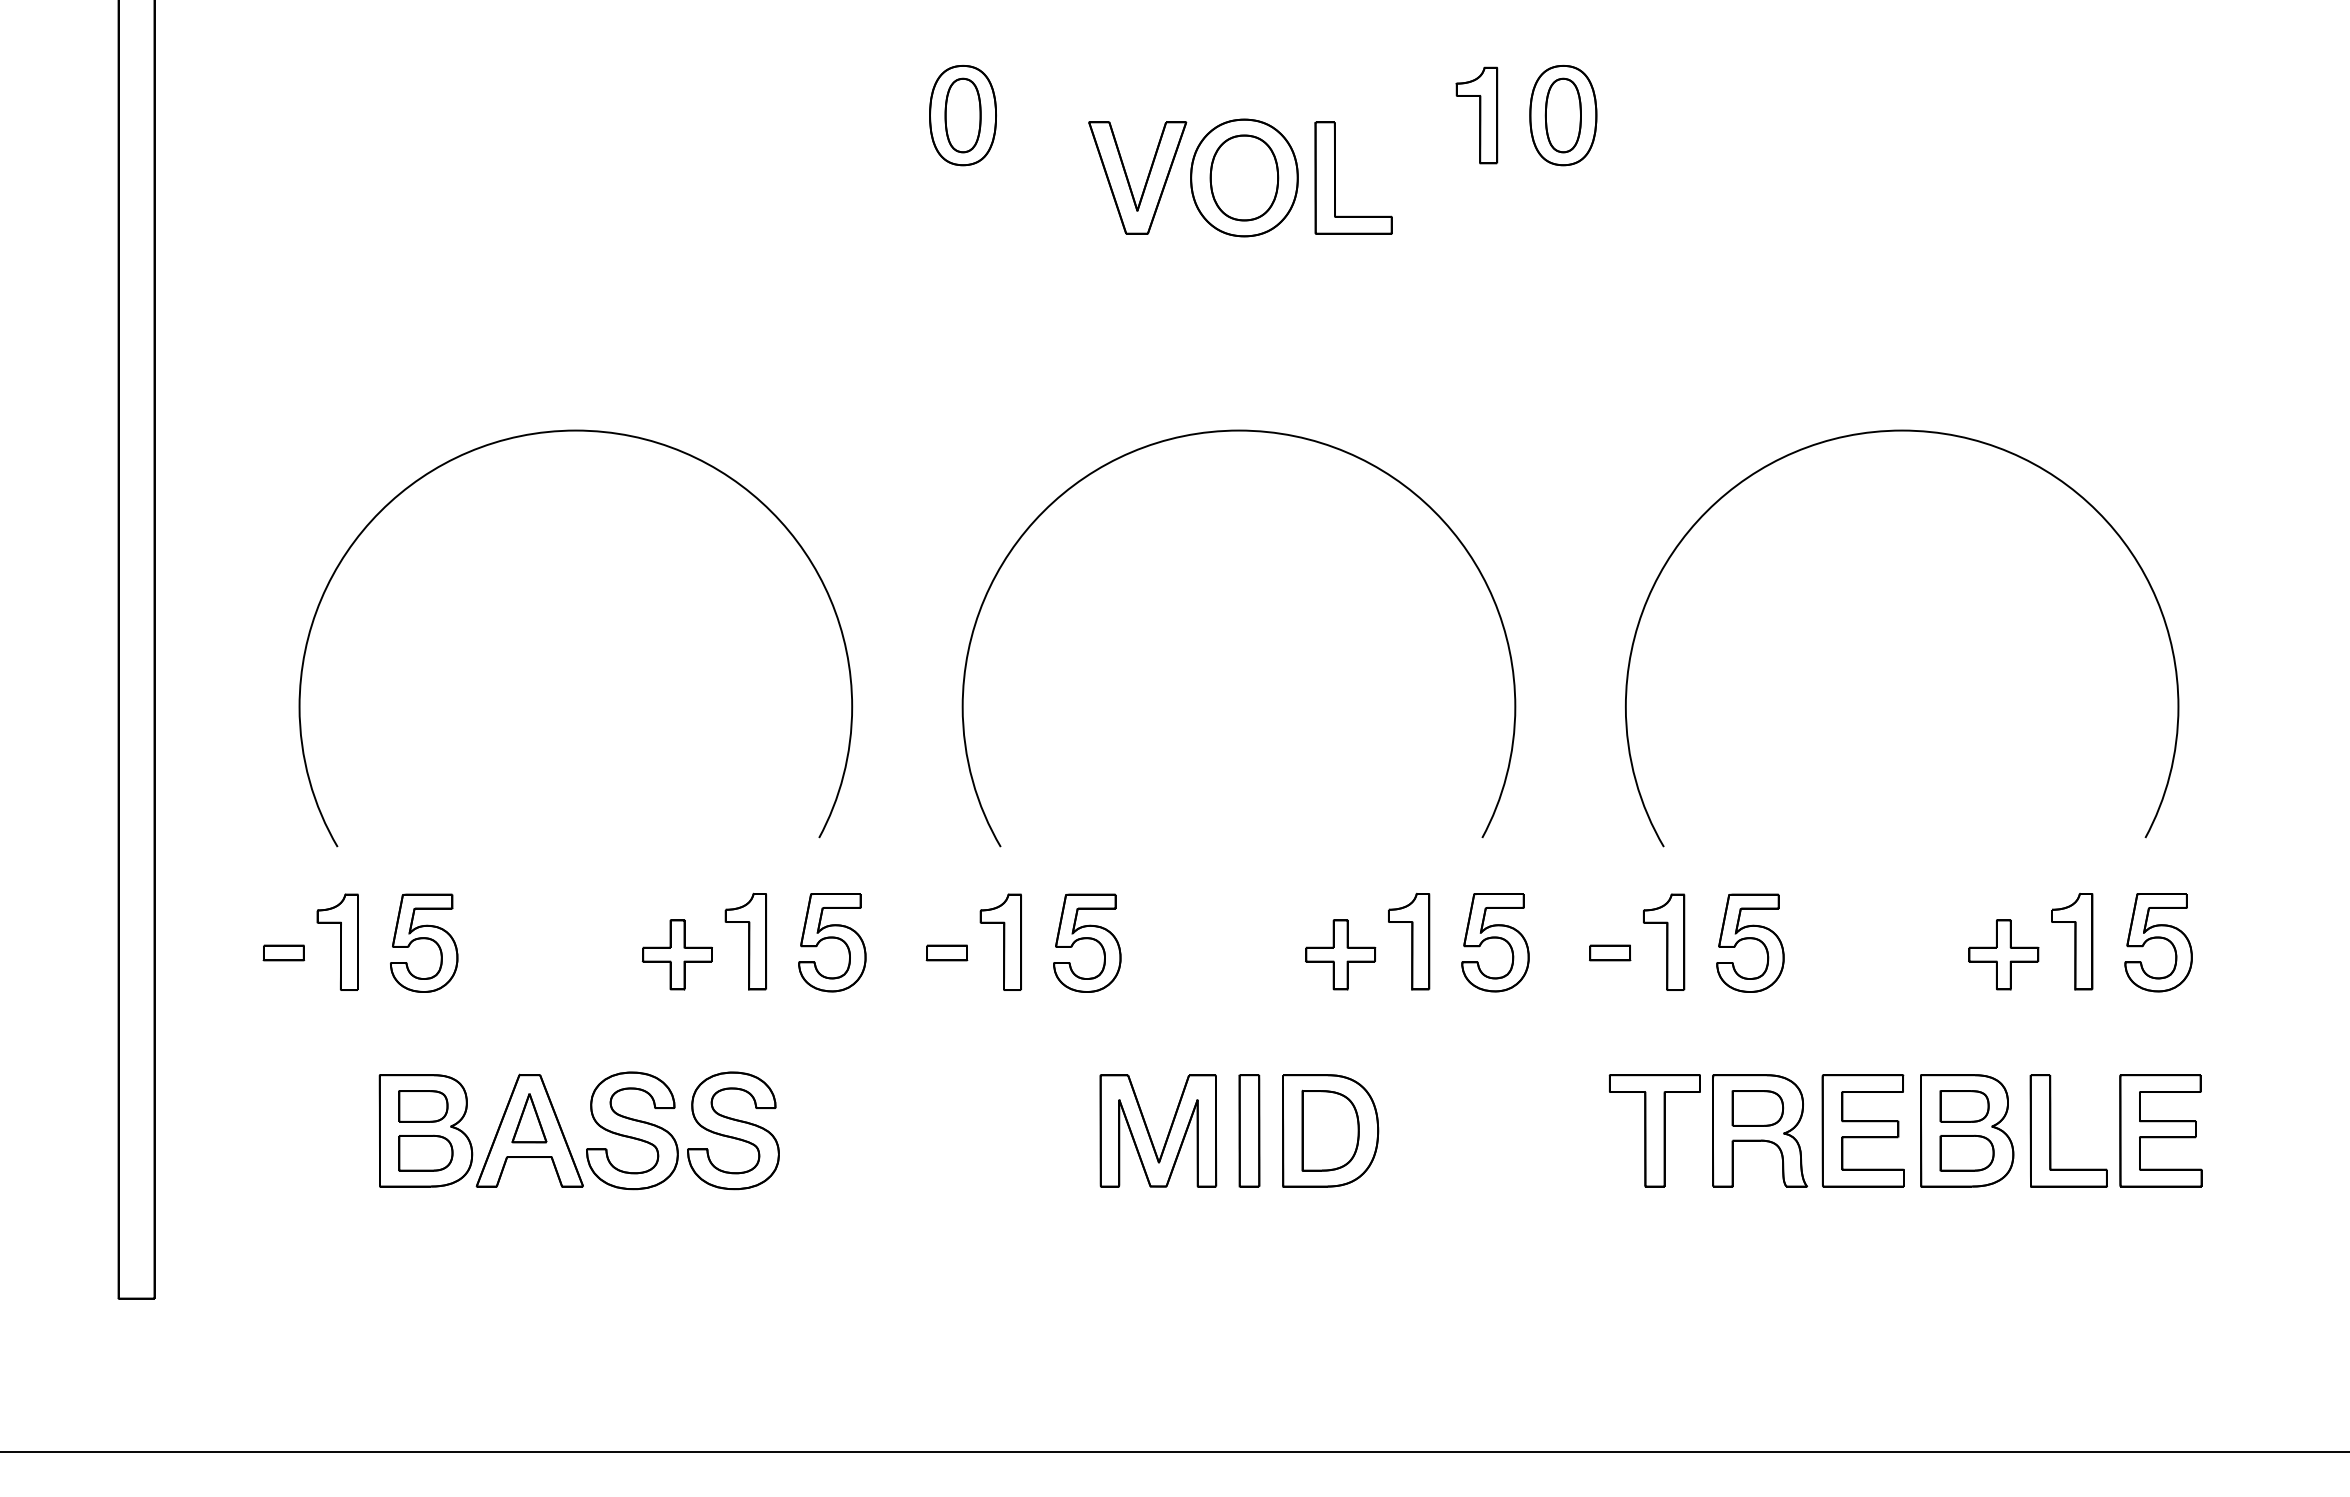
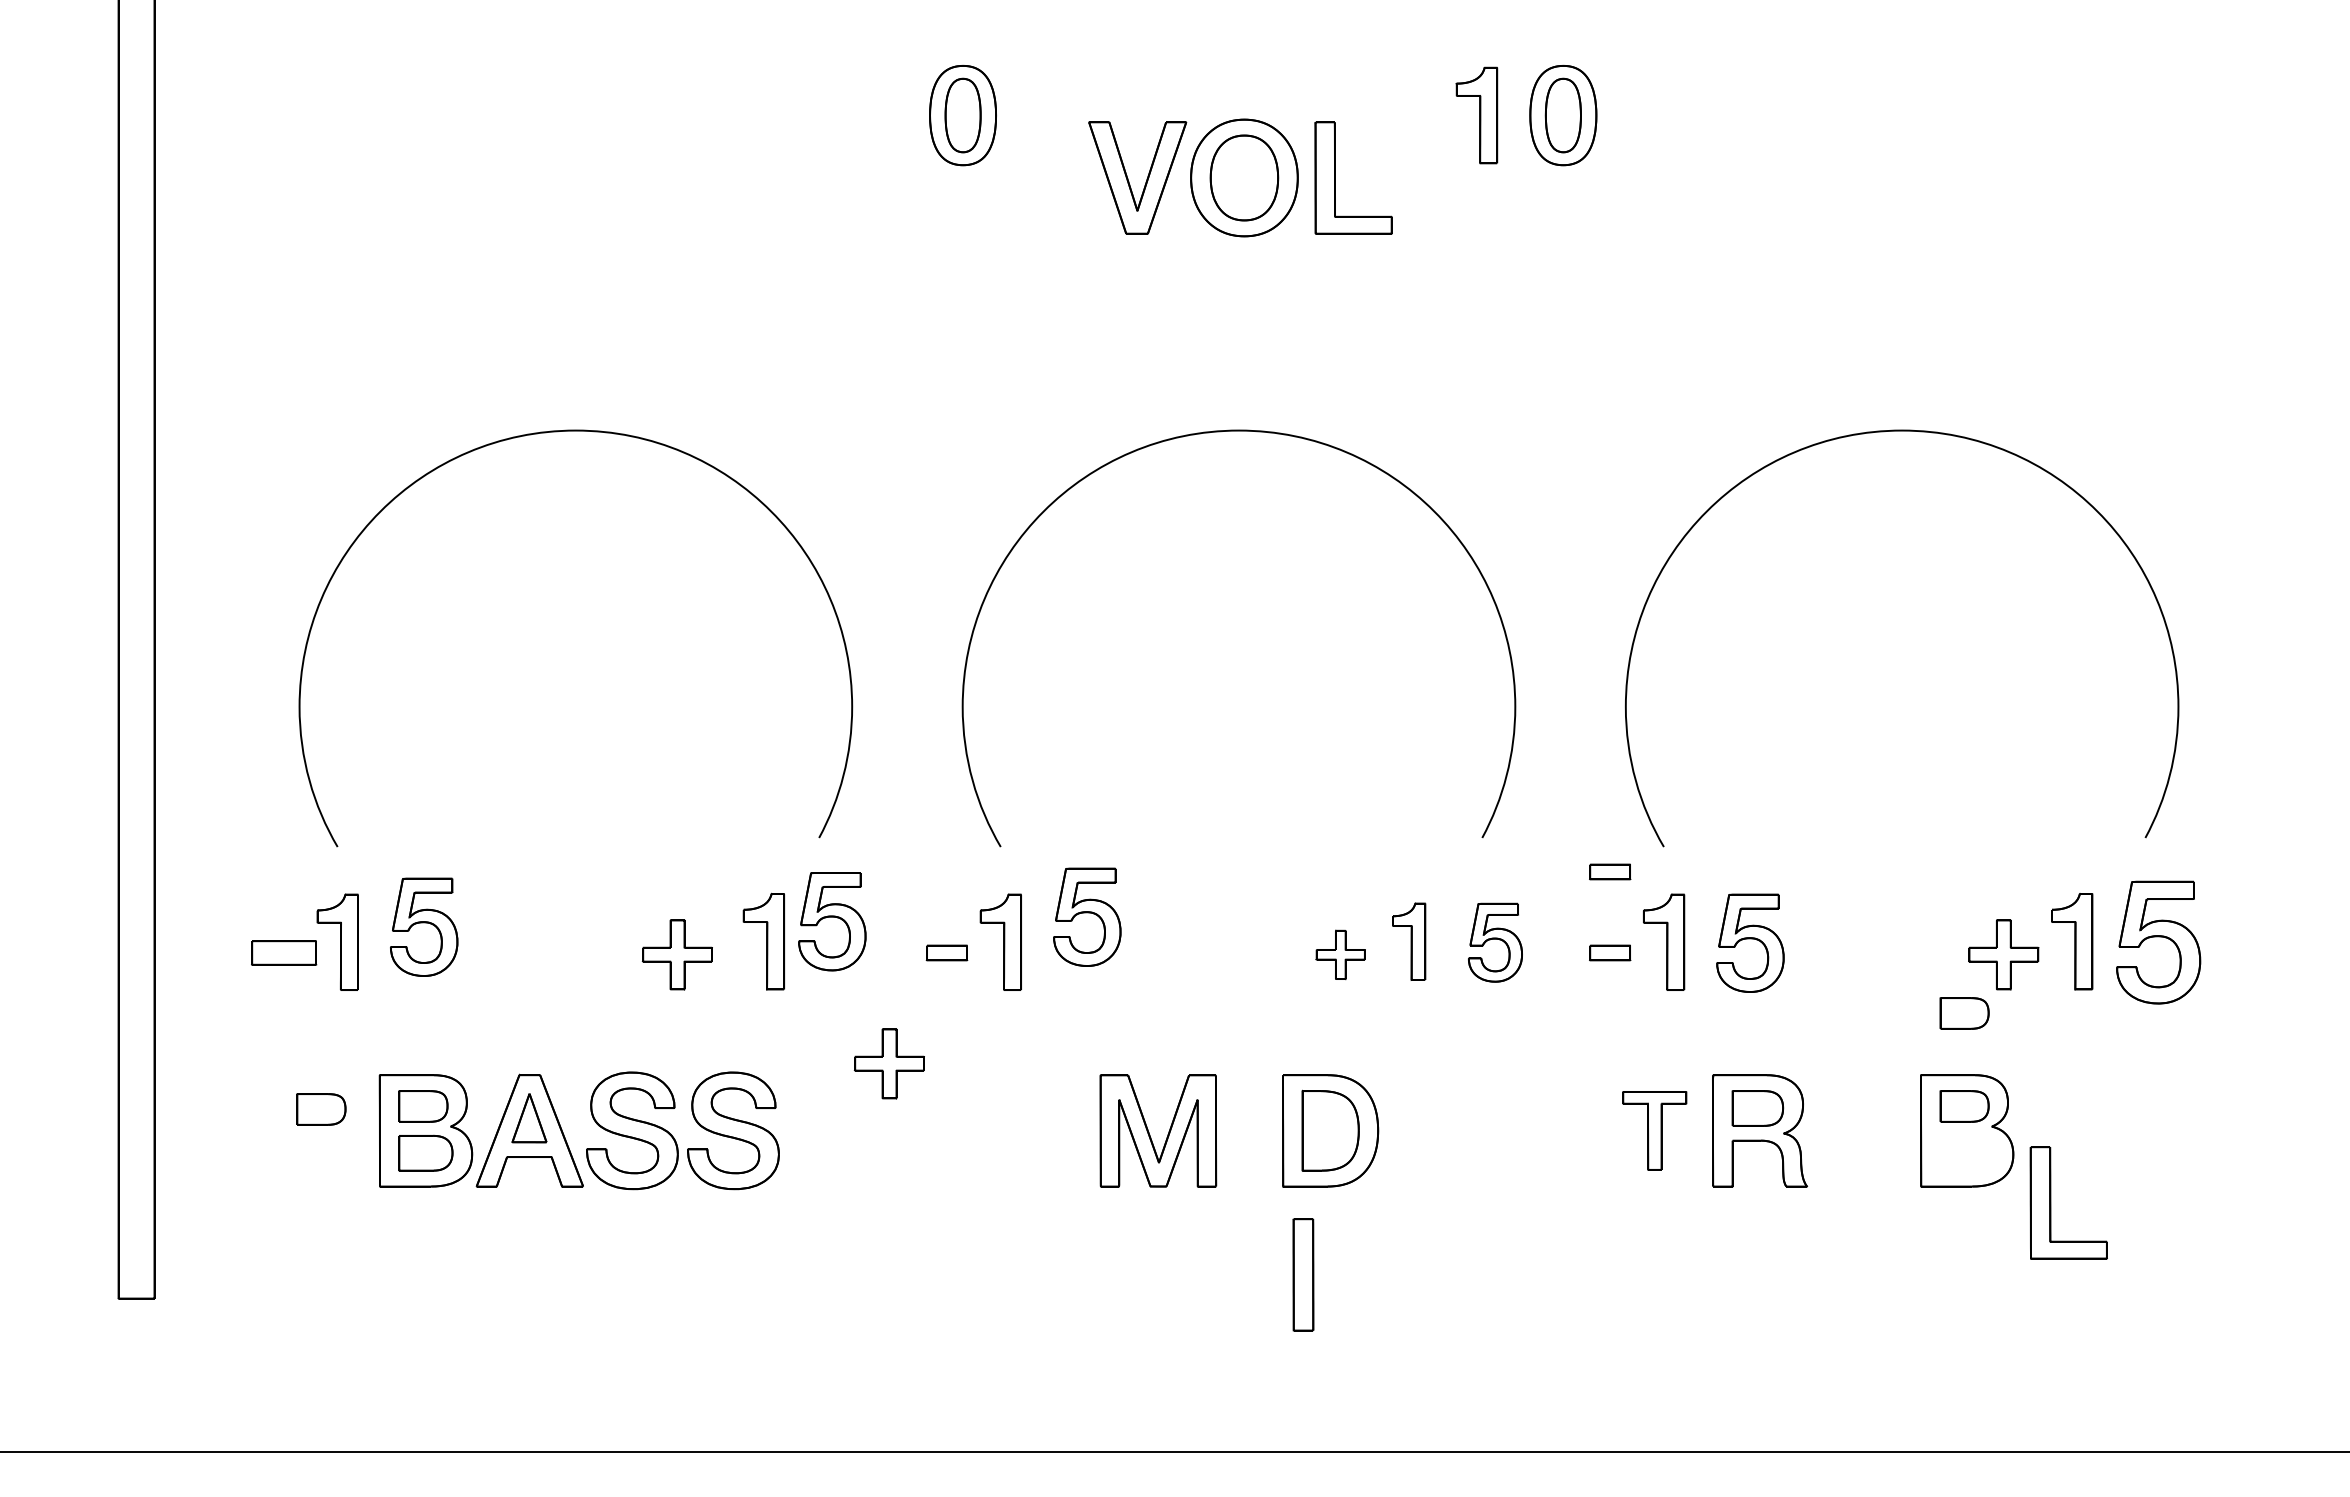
part at (1610, 871): none -> present
part at (745, 941) position: (745, 941) -> (763, 941)
part at (1409, 941) size: 43x98 px -> 35x79 px
part at (424, 942) position: (424, 942) -> (424, 926)
part at (832, 942) position: (832, 942) -> (832, 921)
part at (1087, 942) position: (1087, 942) -> (1087, 916)
part at (1495, 942) size: 69x100 px -> 55x81 px
part at (2158, 942) size: 69x100 px -> 86x125 px
part at (283, 952) size: 43x18 px -> 67x26 px
part at (1340, 954) size: 72x72 px -> 51x52 px
part at (1964, 1013): none -> present
part at (888, 1063): none -> present
part at (321, 1109): none -> present
part at (1249, 1130) position: (1249, 1130) -> (1303, 1274)
part at (1654, 1130) size: 93x114 px -> 66x80 px
part at (1862, 1130): present -> none
part at (2051, 1130) position: (2051, 1130) -> (2051, 1202)
part at (2160, 1130): present -> none
part at (1966, 1152): present -> none
